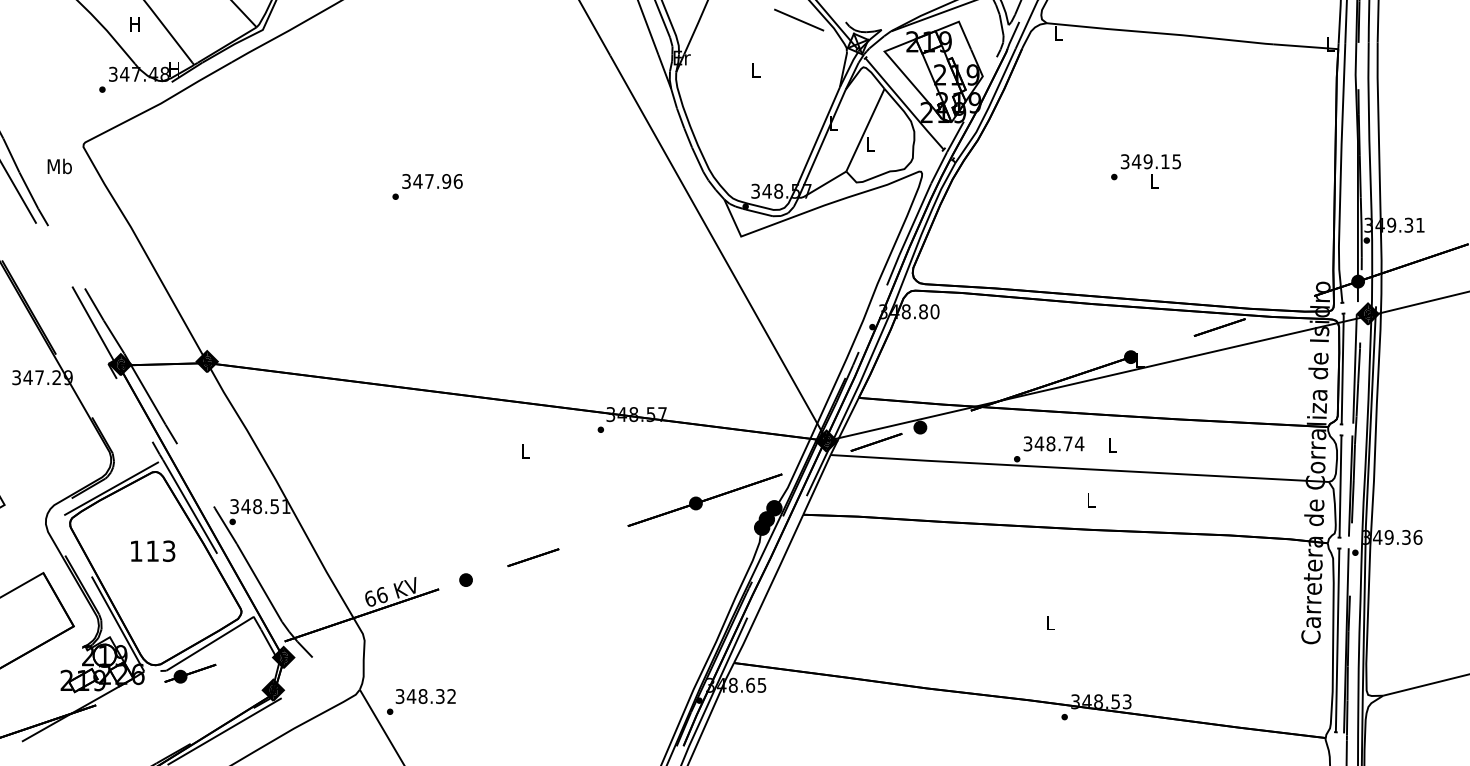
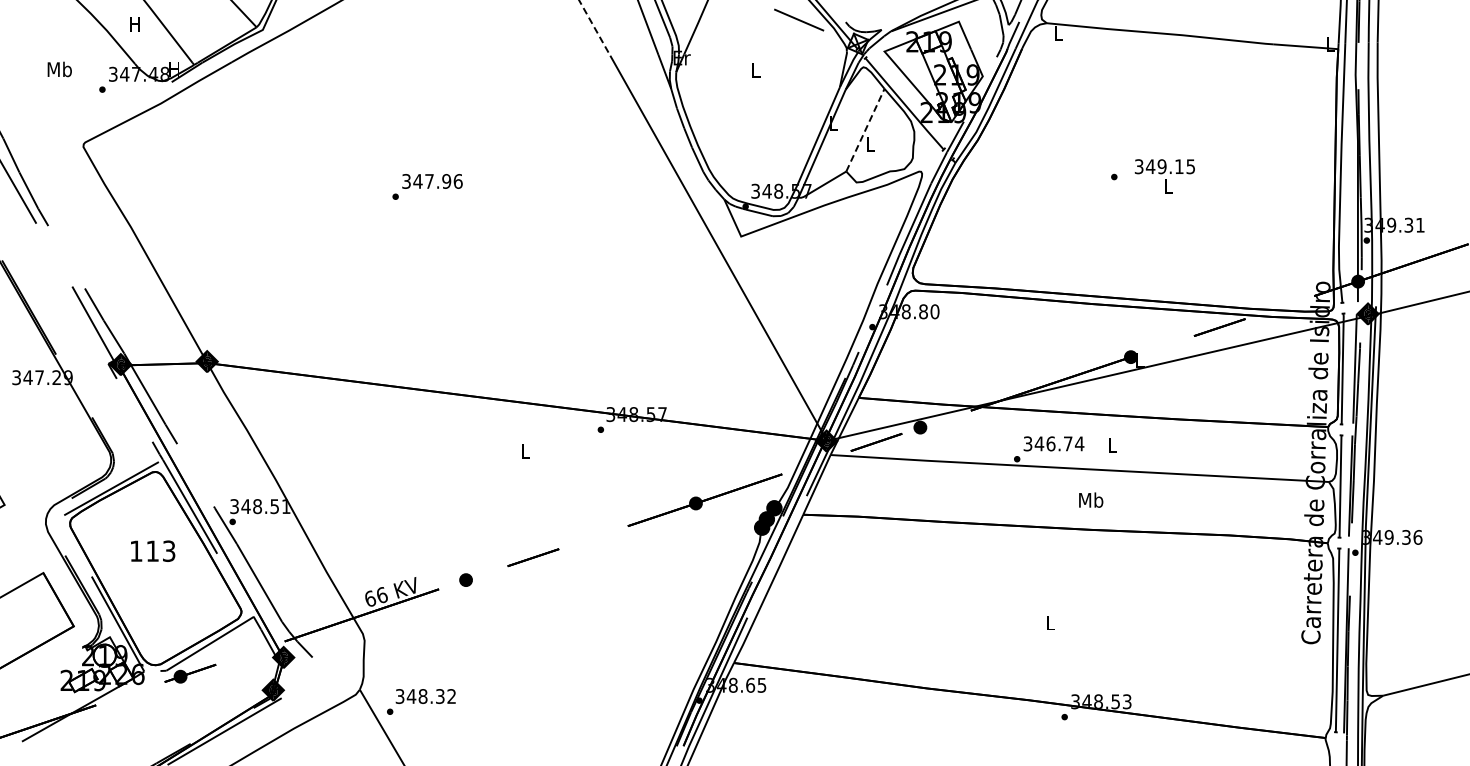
line at (595, 28): solid -> dashed
line at (865, 130): solid -> dashed
text at (59, 166) position: (59, 166) -> (59, 69)
text at (1150, 171) position: (1150, 171) -> (1164, 176)
text at (1050, 443): 348.74 -> 346.74
text at (1091, 499): L -> Mb
